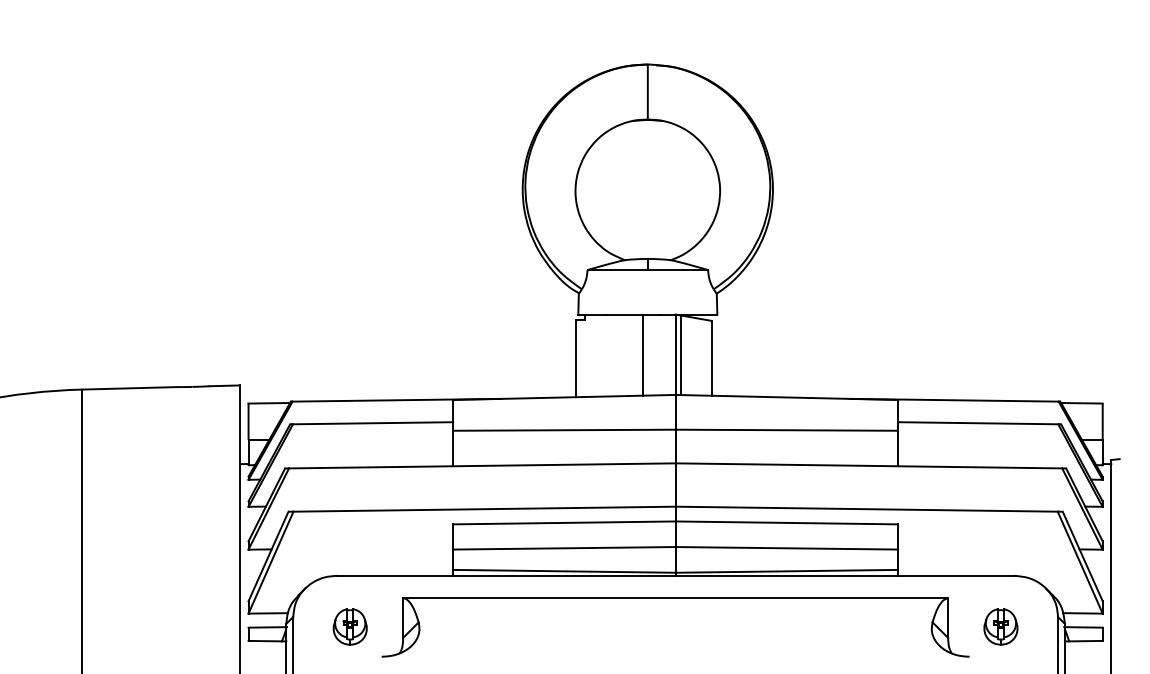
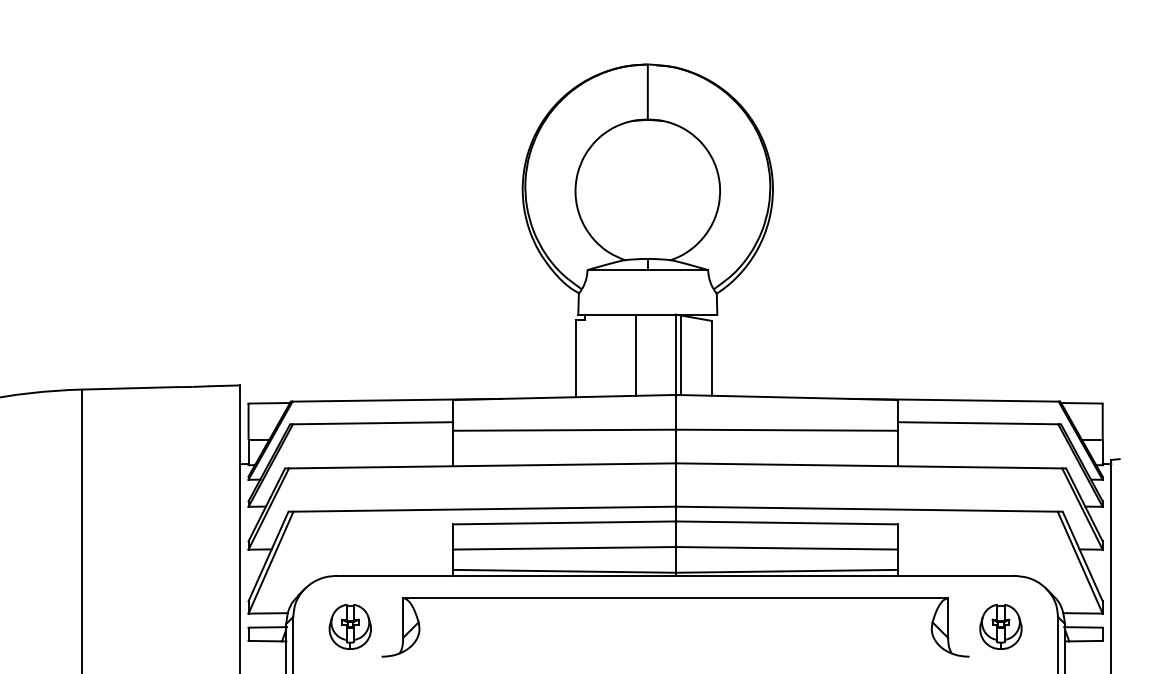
line at (643, 354) position: (643, 354) -> (636, 354)
part at (349, 626) size: 36x38 px -> 44x46 px
part at (1000, 626) size: 36x38 px -> 44x46 px
